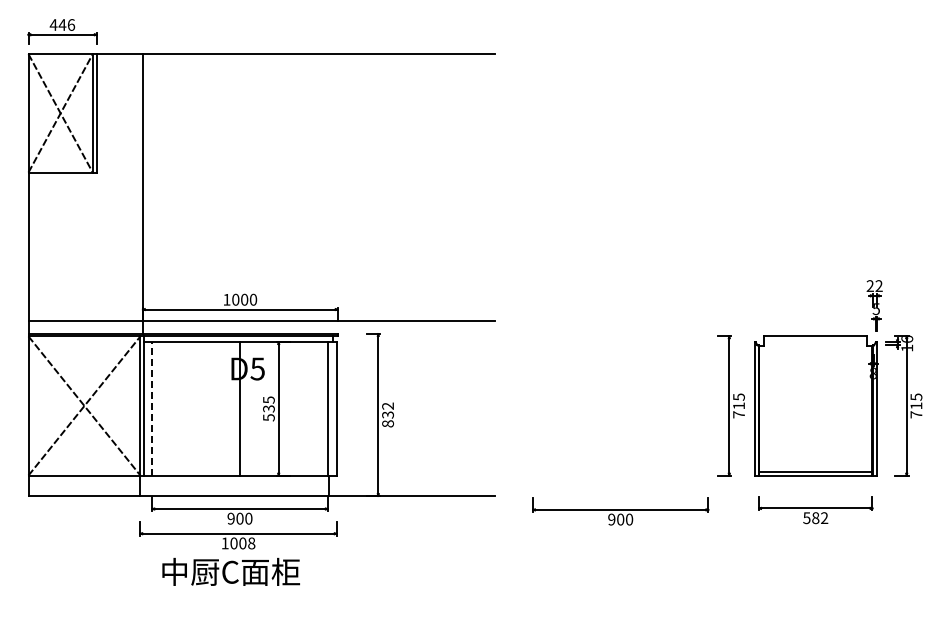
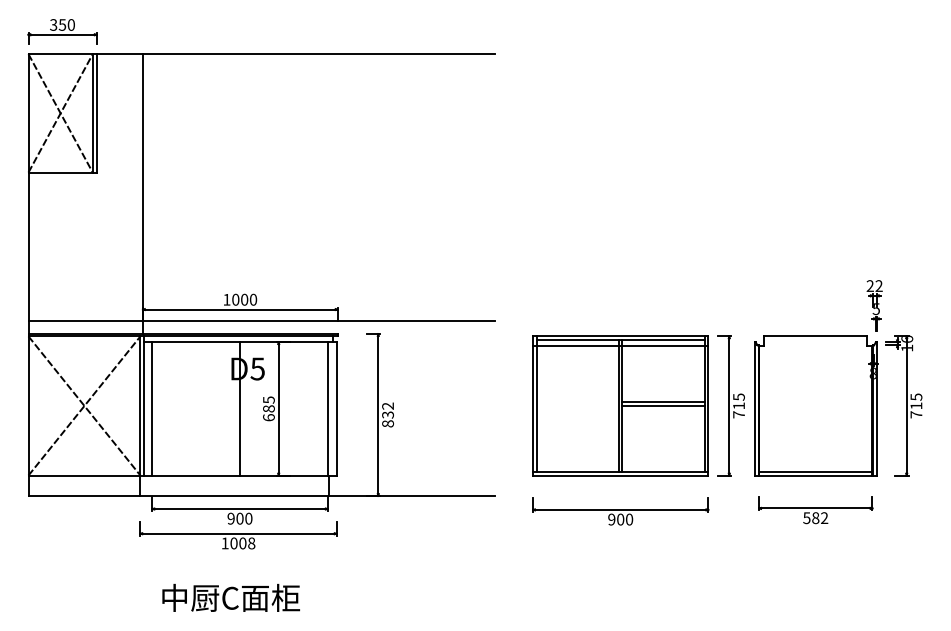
text at (62, 24): 446 -> 350
part at (620, 405): none -> present
line at (152, 408): dashed -> solid
text at (268, 413): 535 -> 685
text at (230, 571) position: (230, 571) -> (230, 597)
